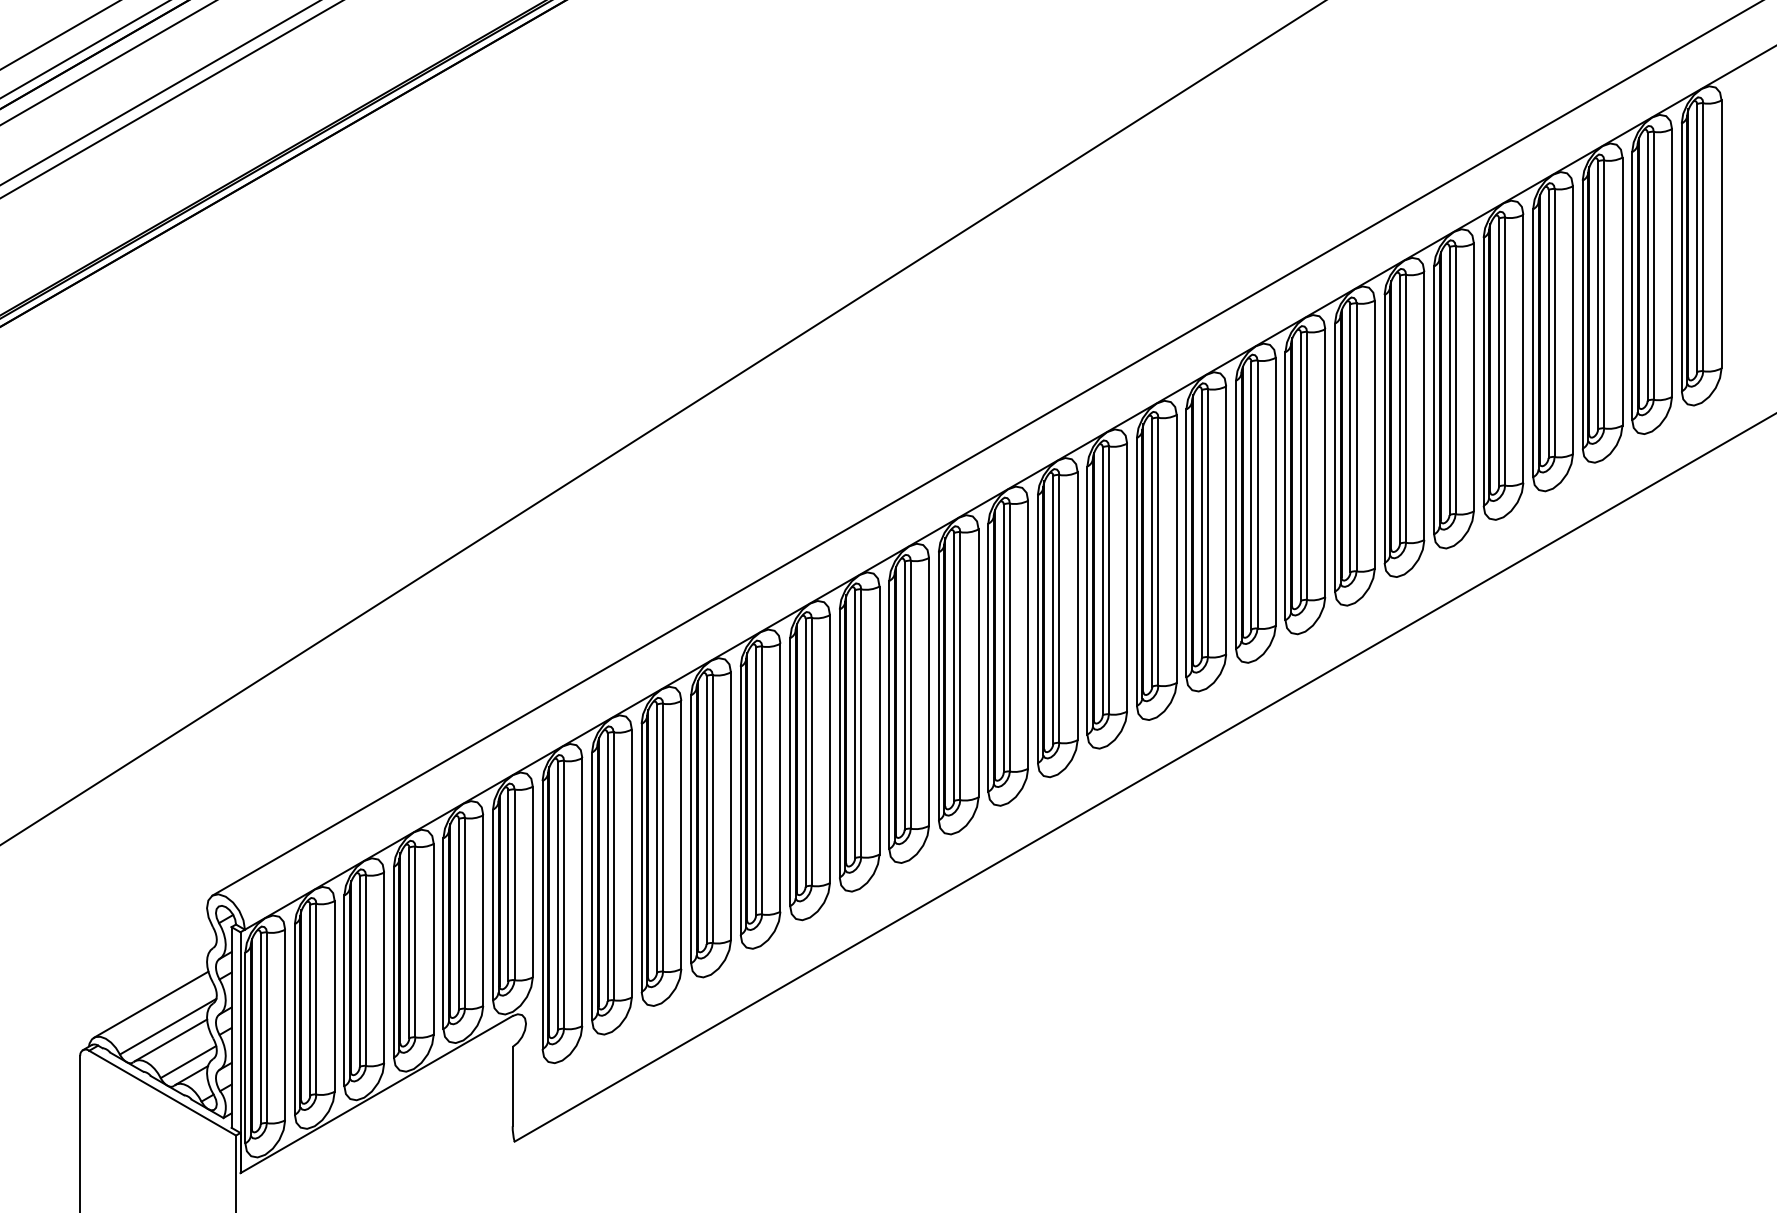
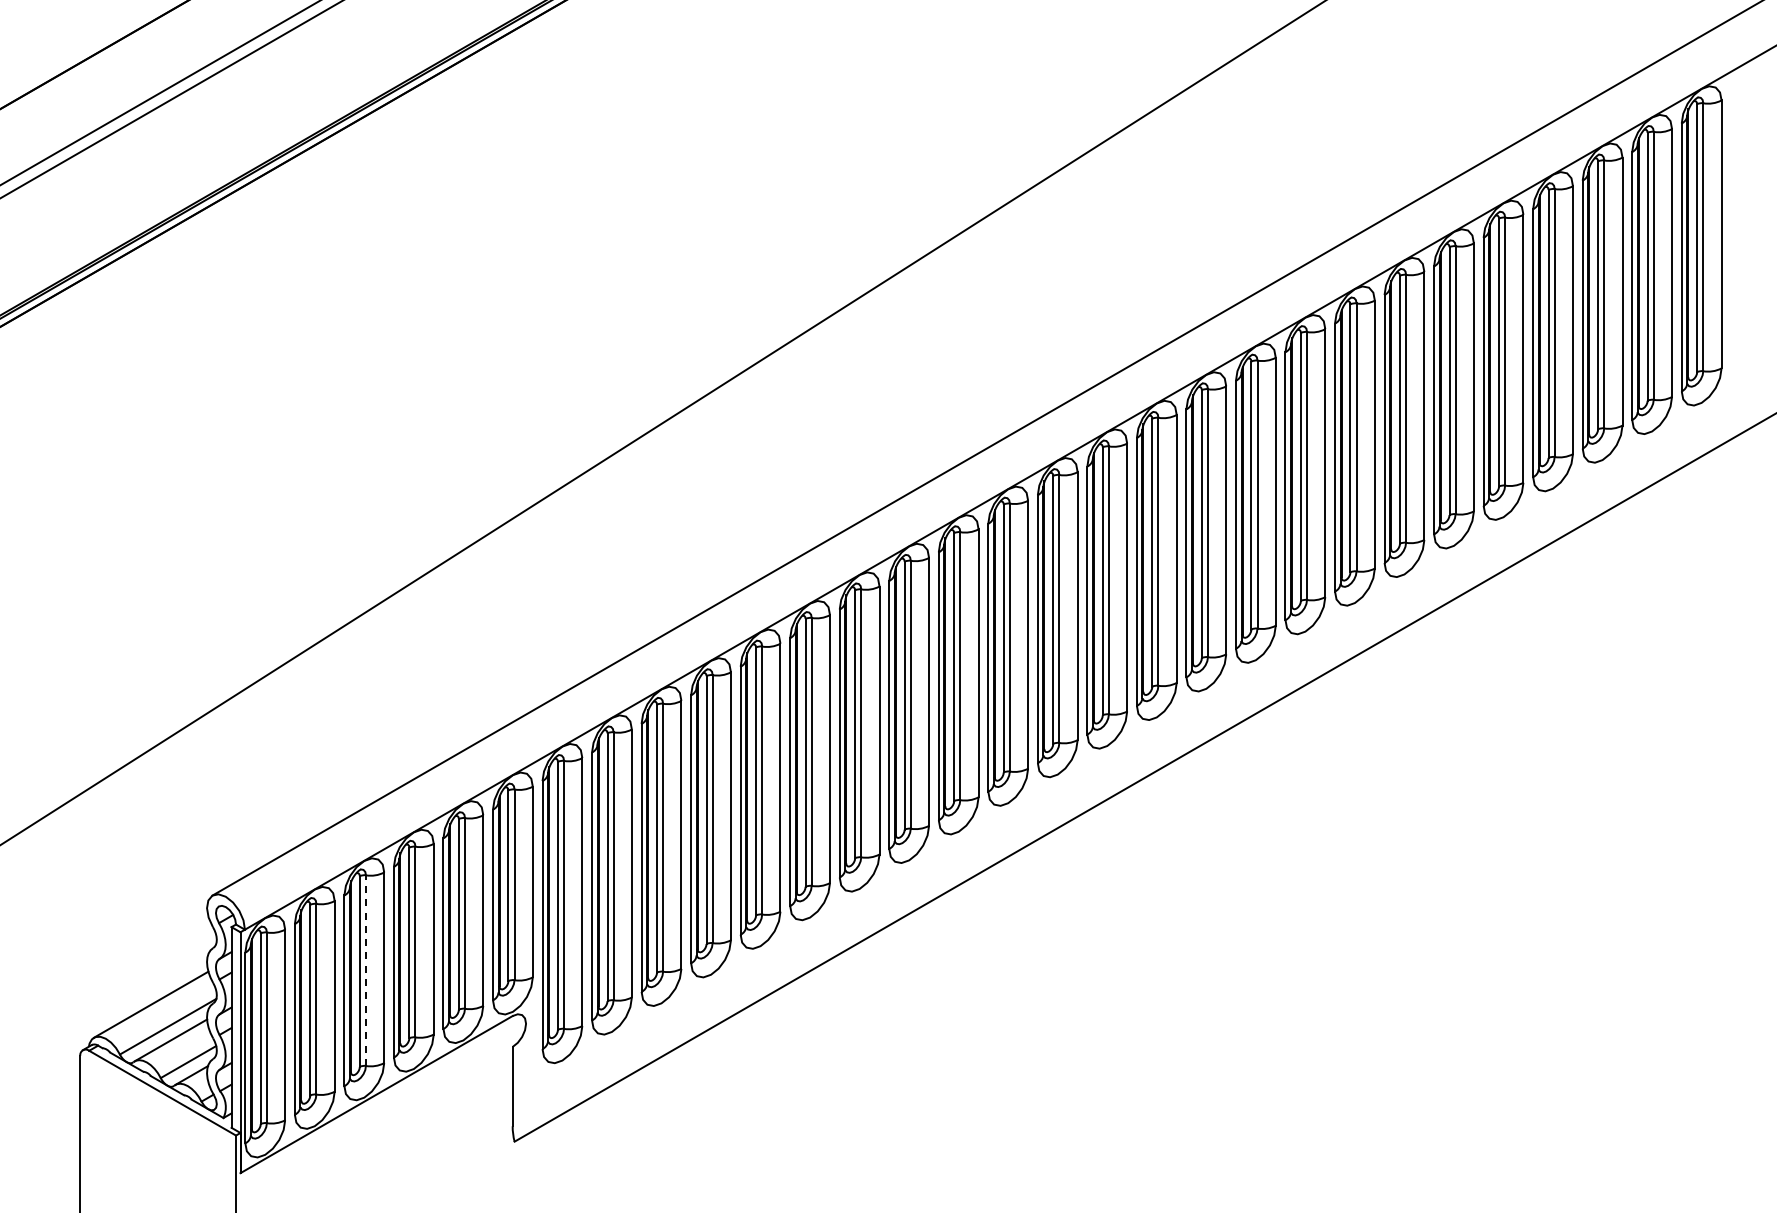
line at (59, 35): present -> none
line at (84, 49): present -> none
line at (107, 63): present -> none
line at (365, 970): solid -> dashed
